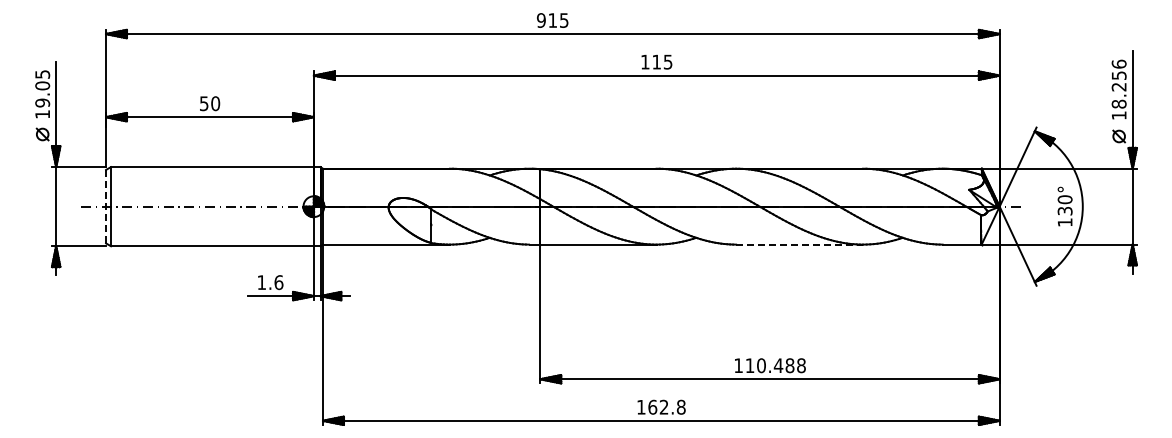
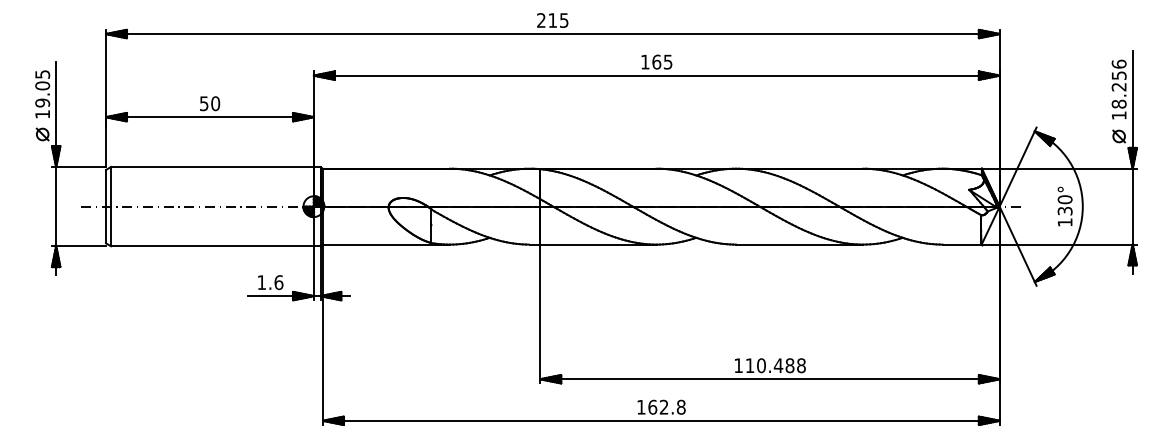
text at (541, 20): 915 -> 215
text at (656, 61): 115 -> 165
line at (106, 206): dashed -> solid
line at (800, 244): dashed -> solid
